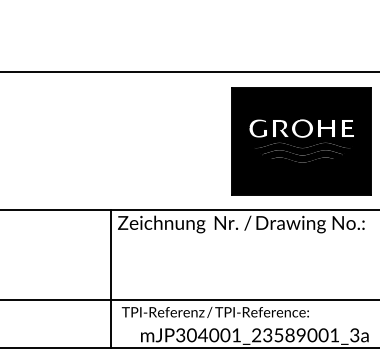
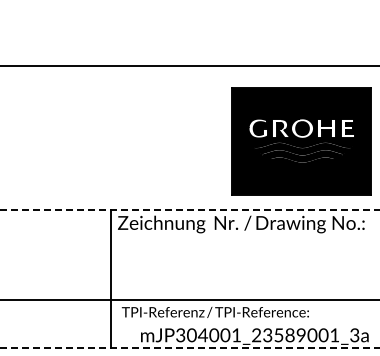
line at (189, 72) position: (189, 72) -> (189, 66)
line at (189, 210): solid -> dashed
line at (189, 348): solid -> dashed
